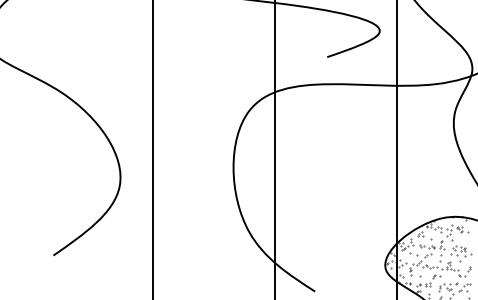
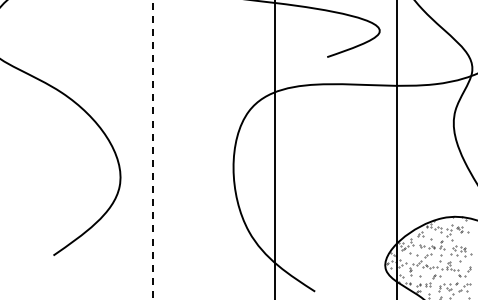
line at (153, 149): solid -> dashed
